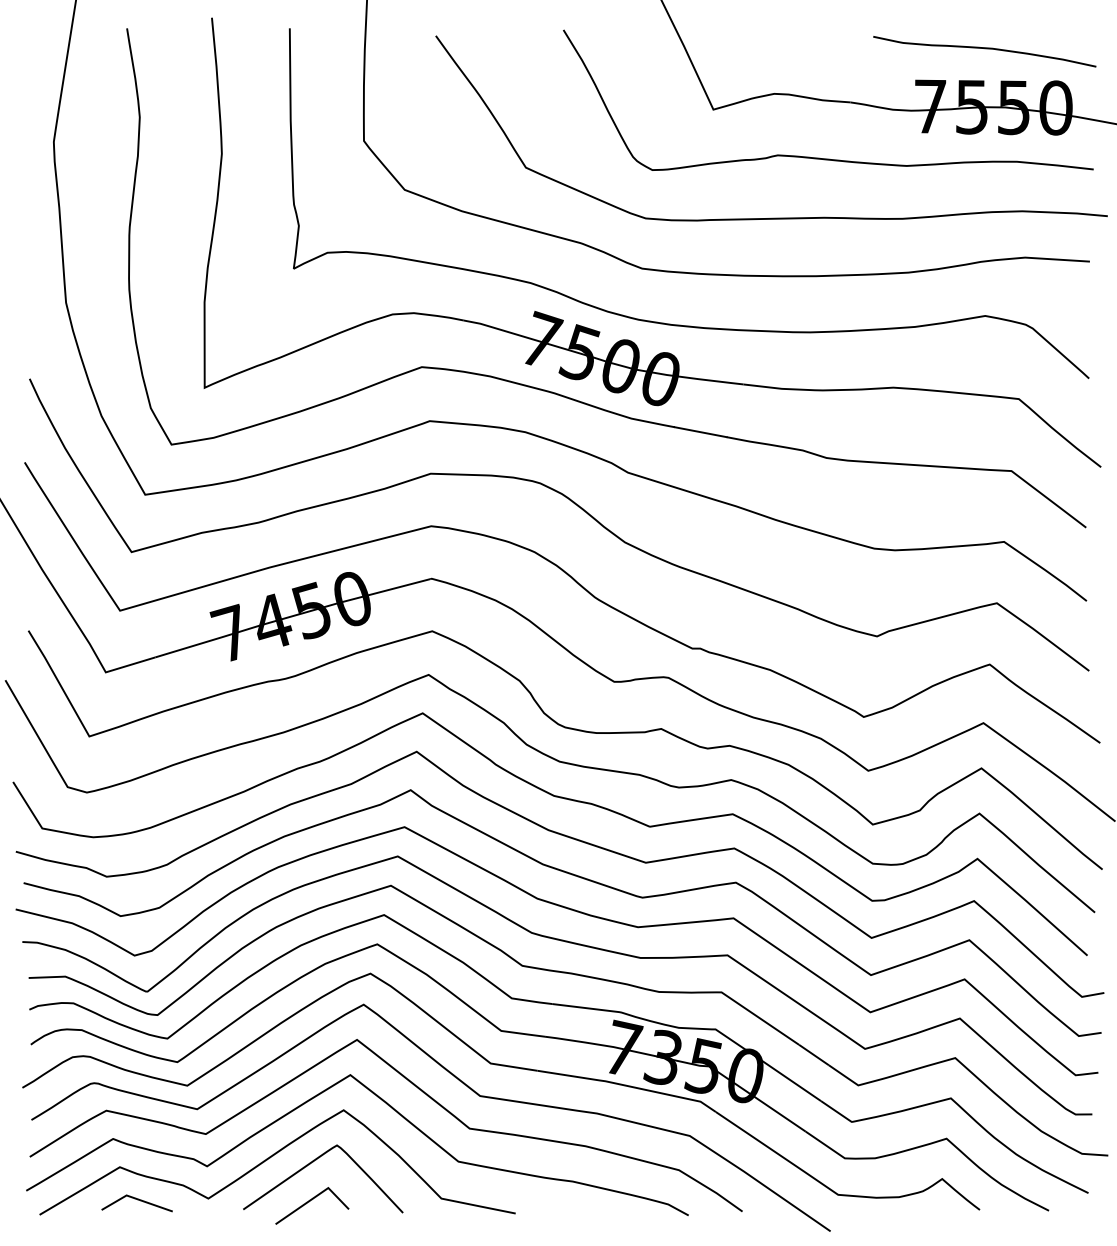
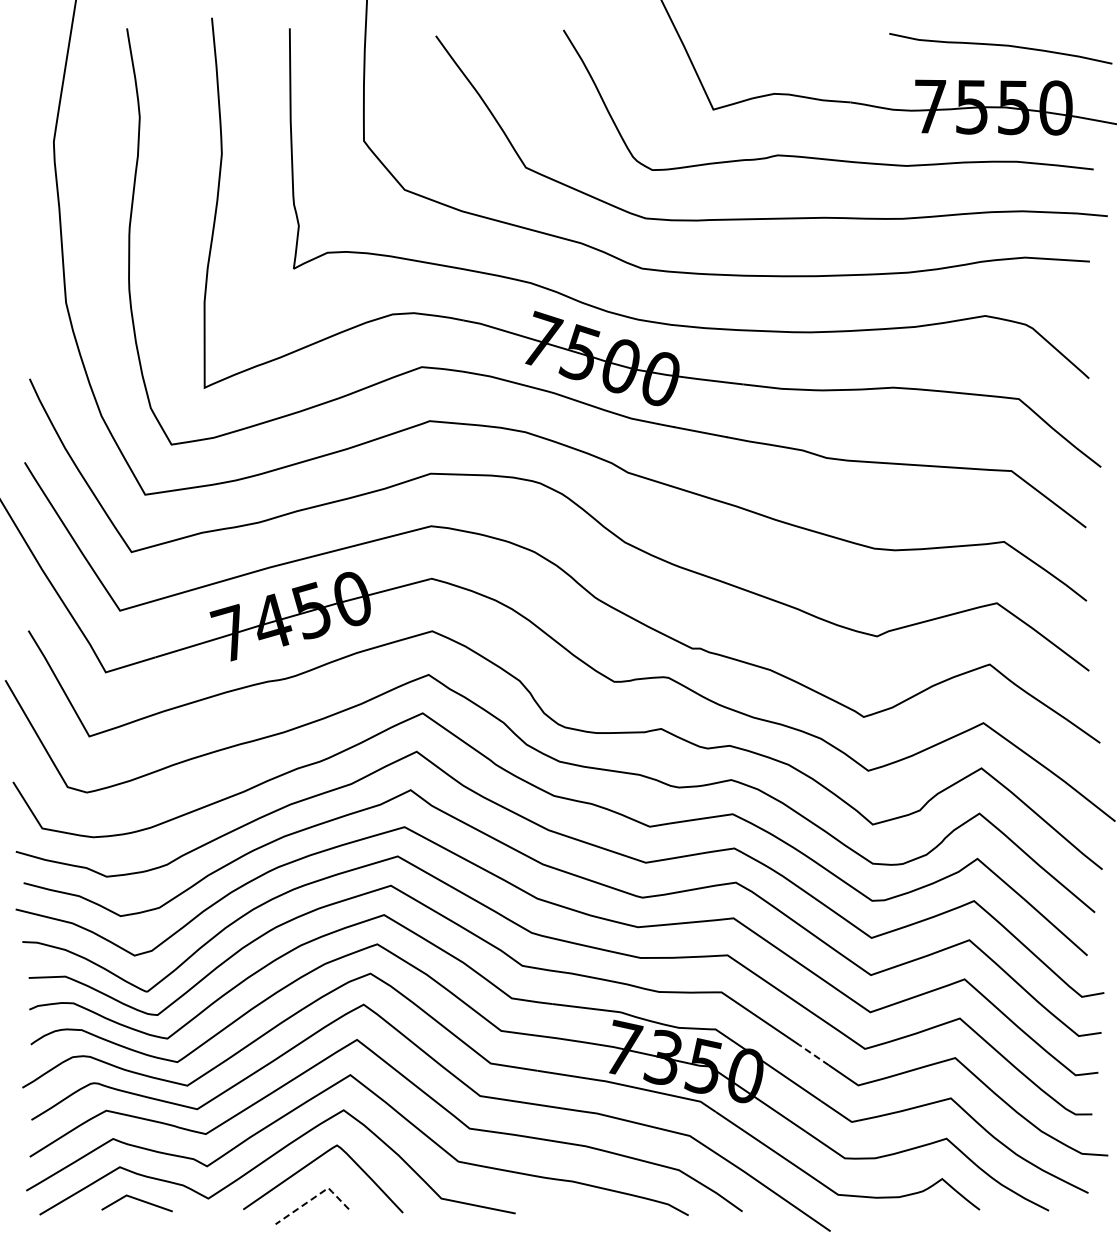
curve at (984, 49) position: (984, 49) -> (1000, 46)
line at (812, 1054): solid -> dashed
line at (315, 1196): solid -> dashed
